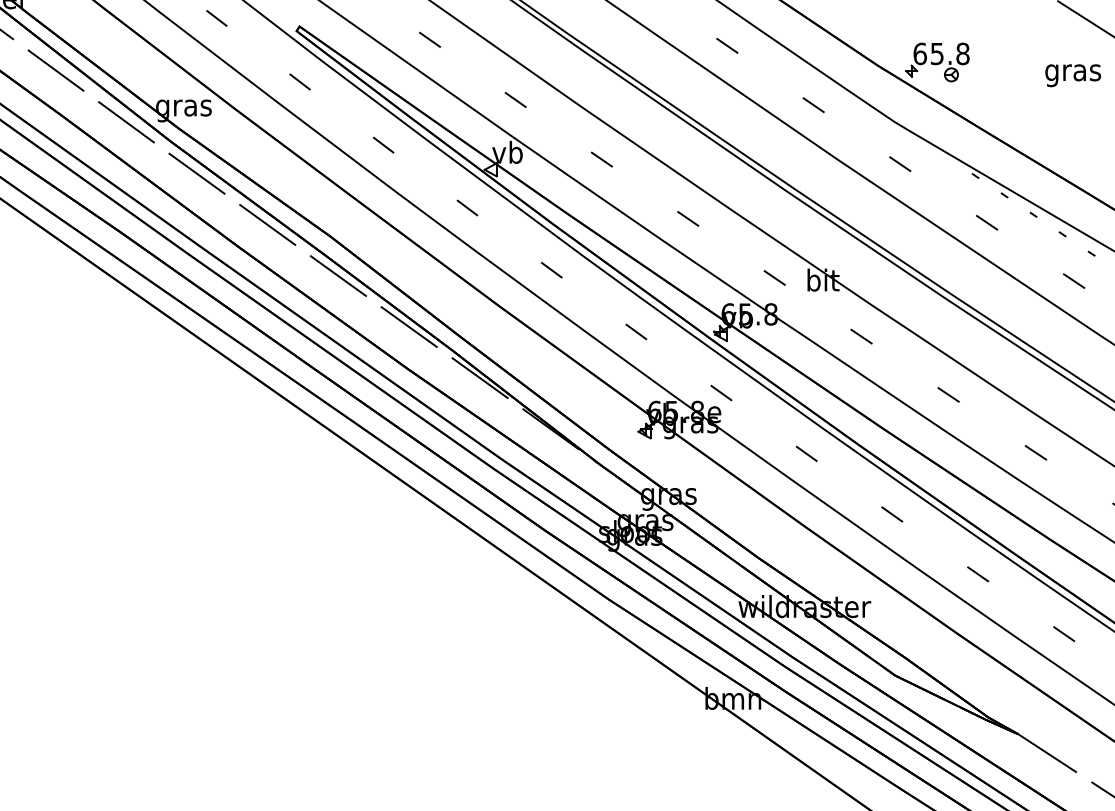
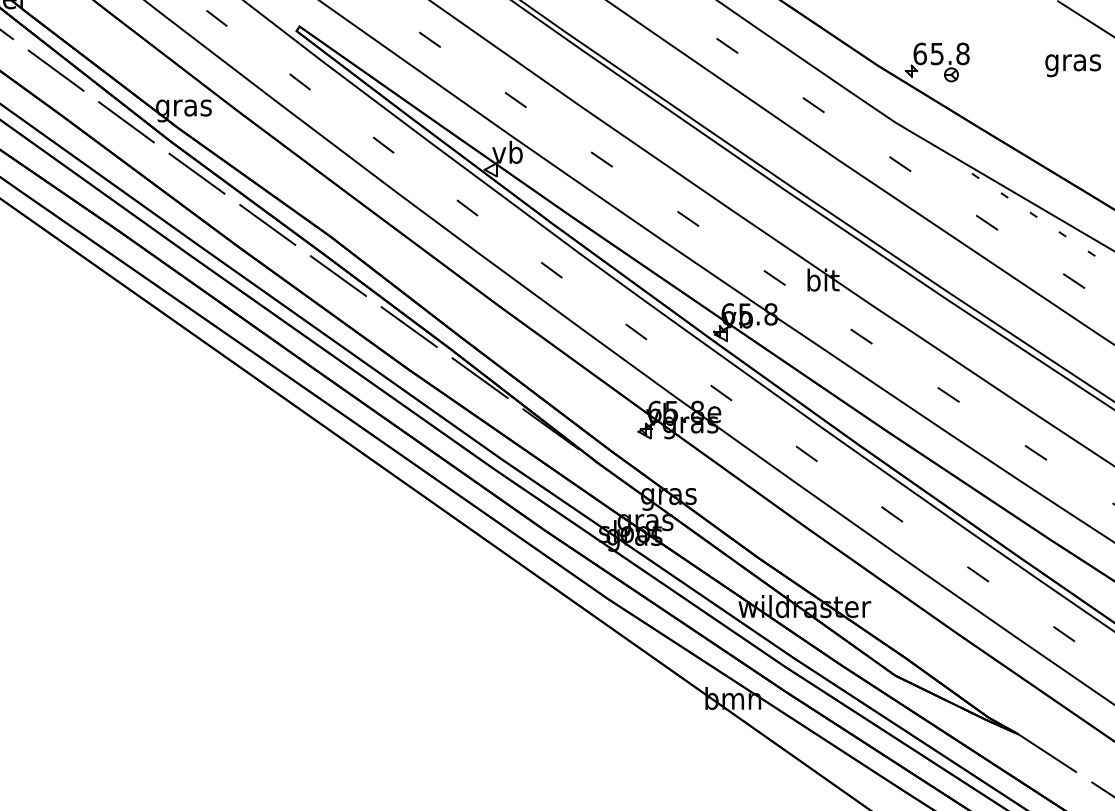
text at (1073, 75) position: (1073, 75) -> (1073, 65)
